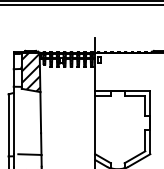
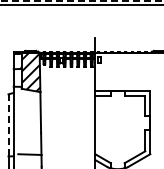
line at (82, 0): solid -> dashed
line at (8, 124): solid -> dashed
